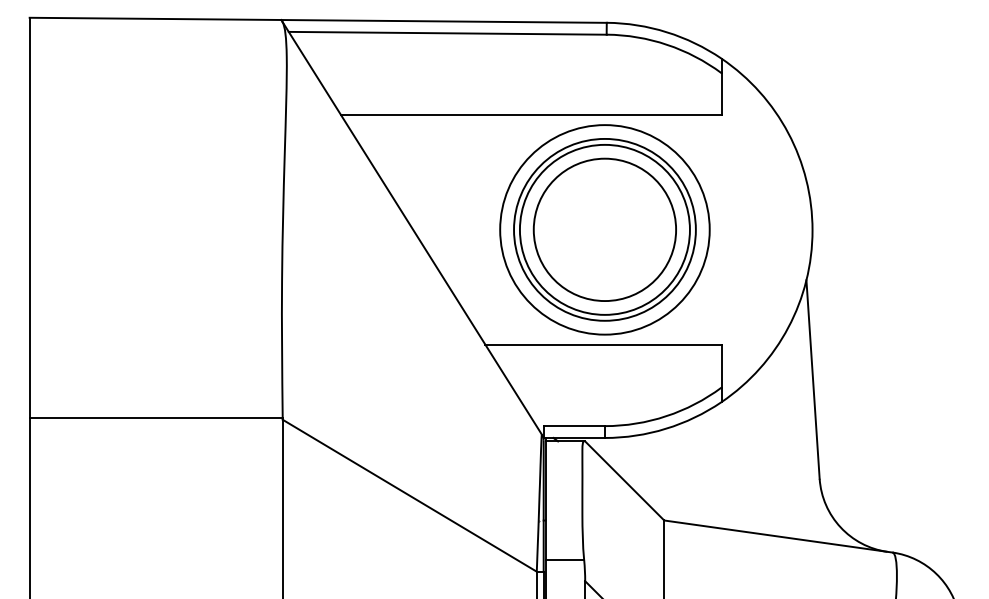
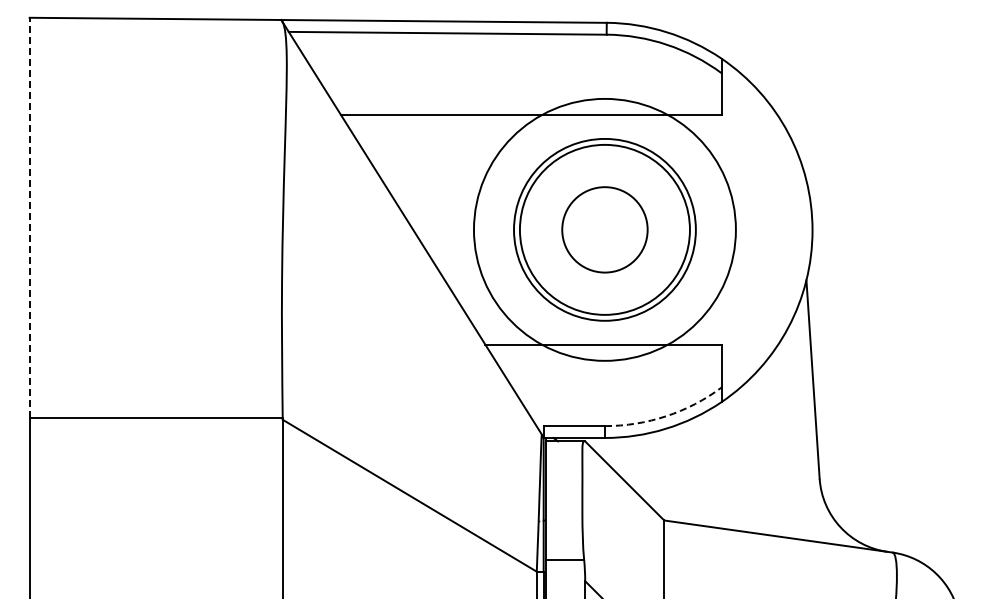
line at (29, 217): solid -> dashed
circle at (604, 229) diameter: 142 px -> 85 px
circle at (604, 229) diameter: 210 px -> 262 px
arc at (666, 416): solid -> dashed
